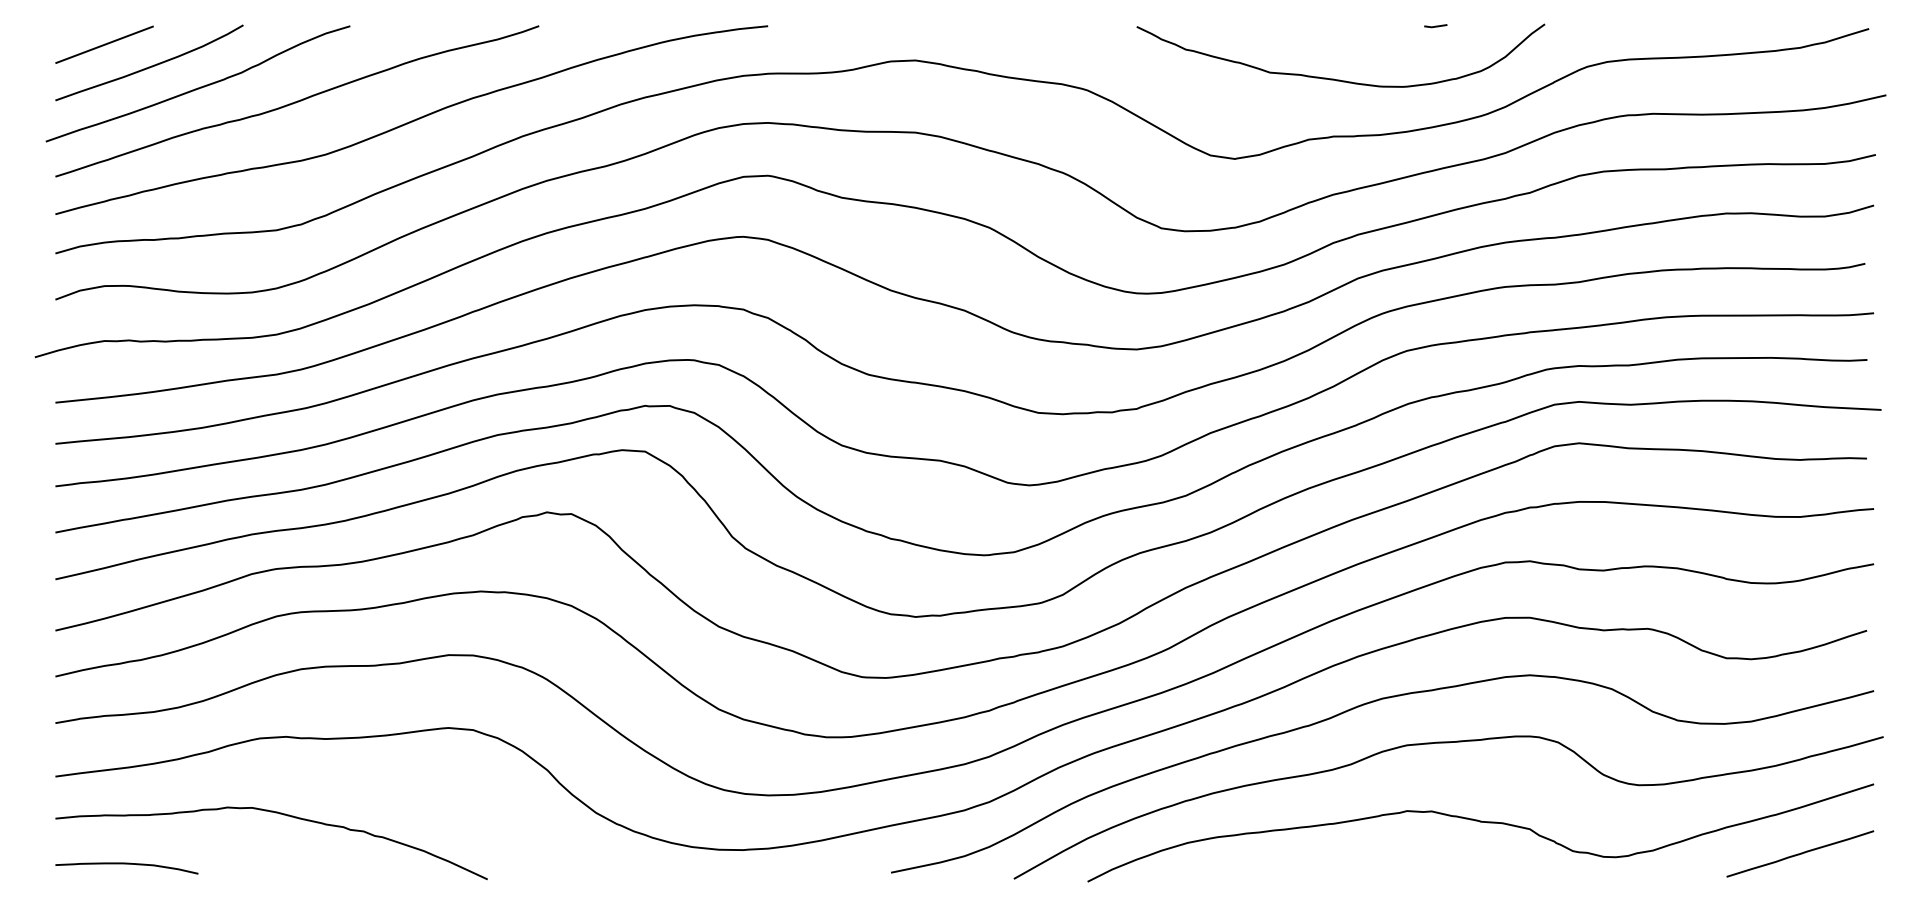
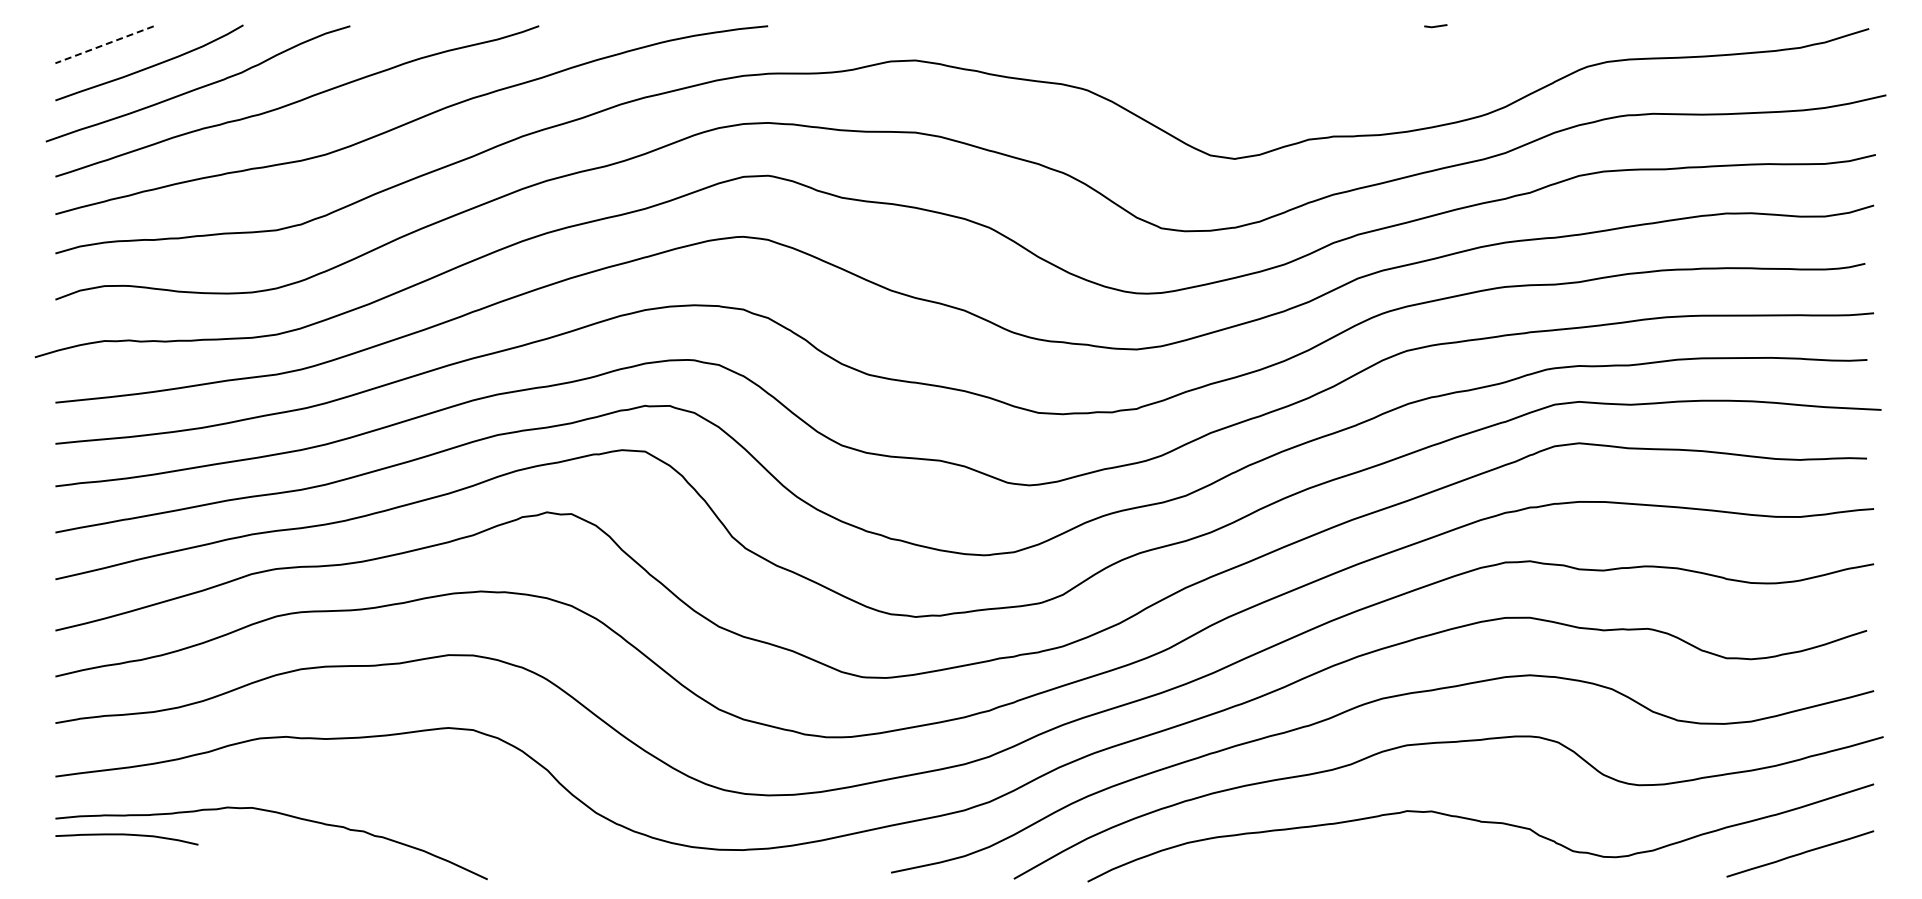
line at (104, 44): solid -> dashed
curve at (1334, 78): present -> none
curve at (126, 864) position: (126, 864) -> (126, 835)
